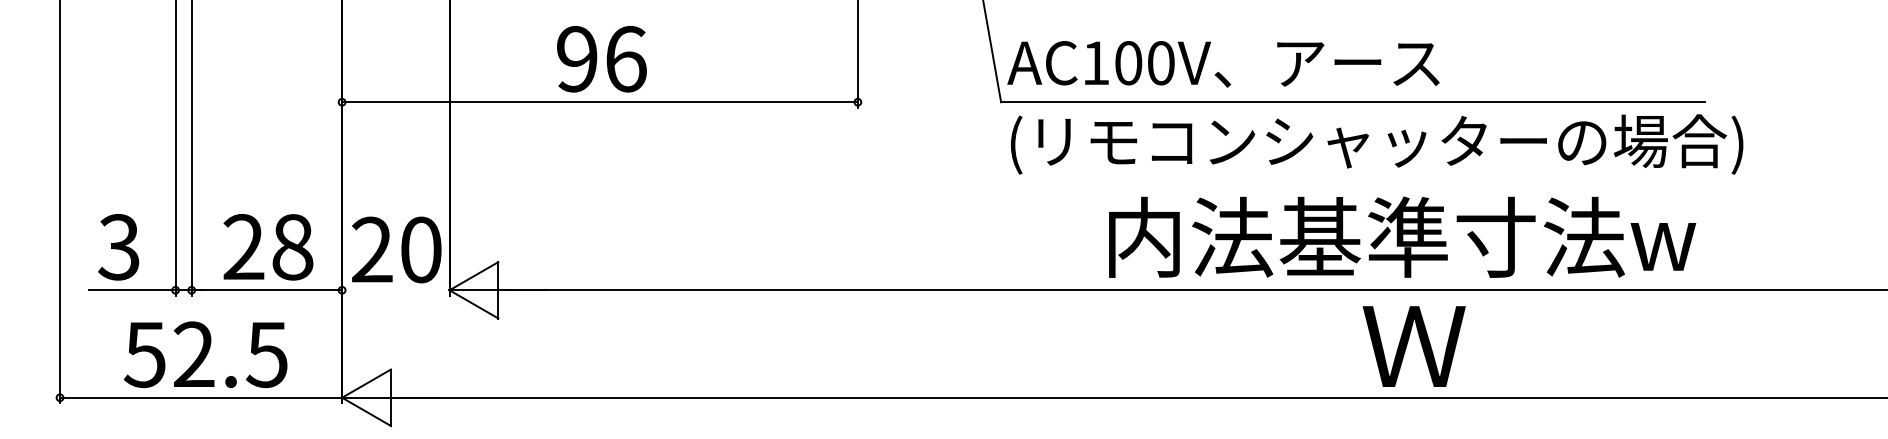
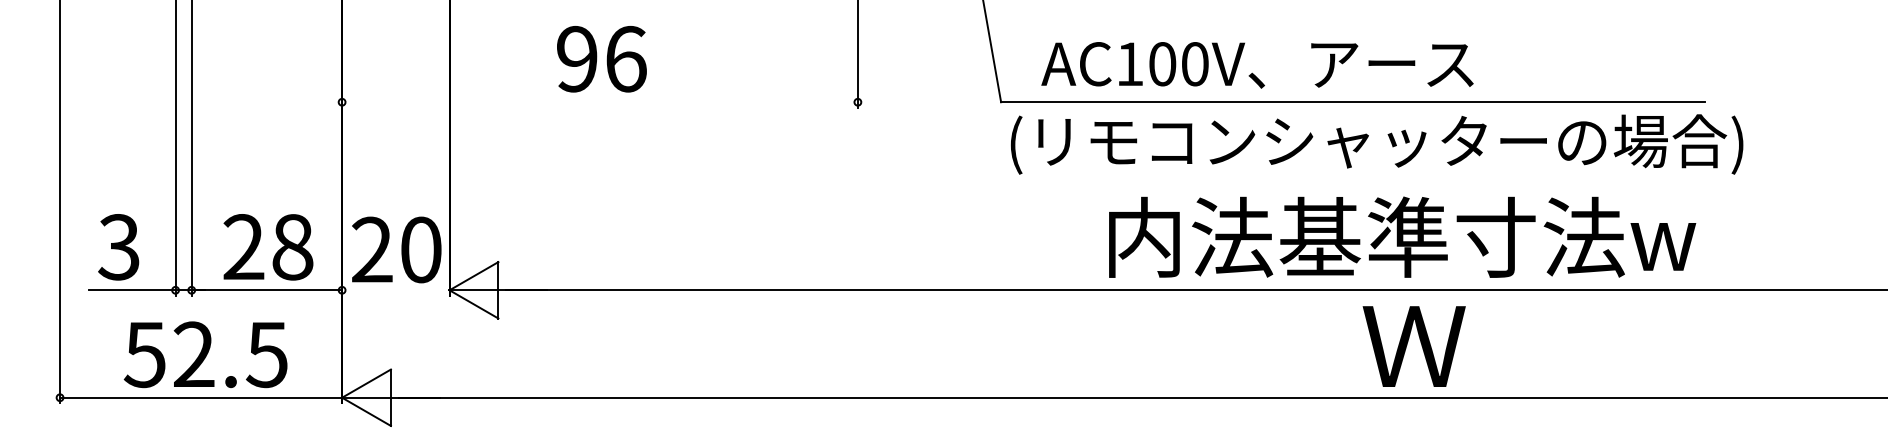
text at (1223, 64) position: (1223, 64) -> (1257, 65)
line at (599, 102): present -> none
